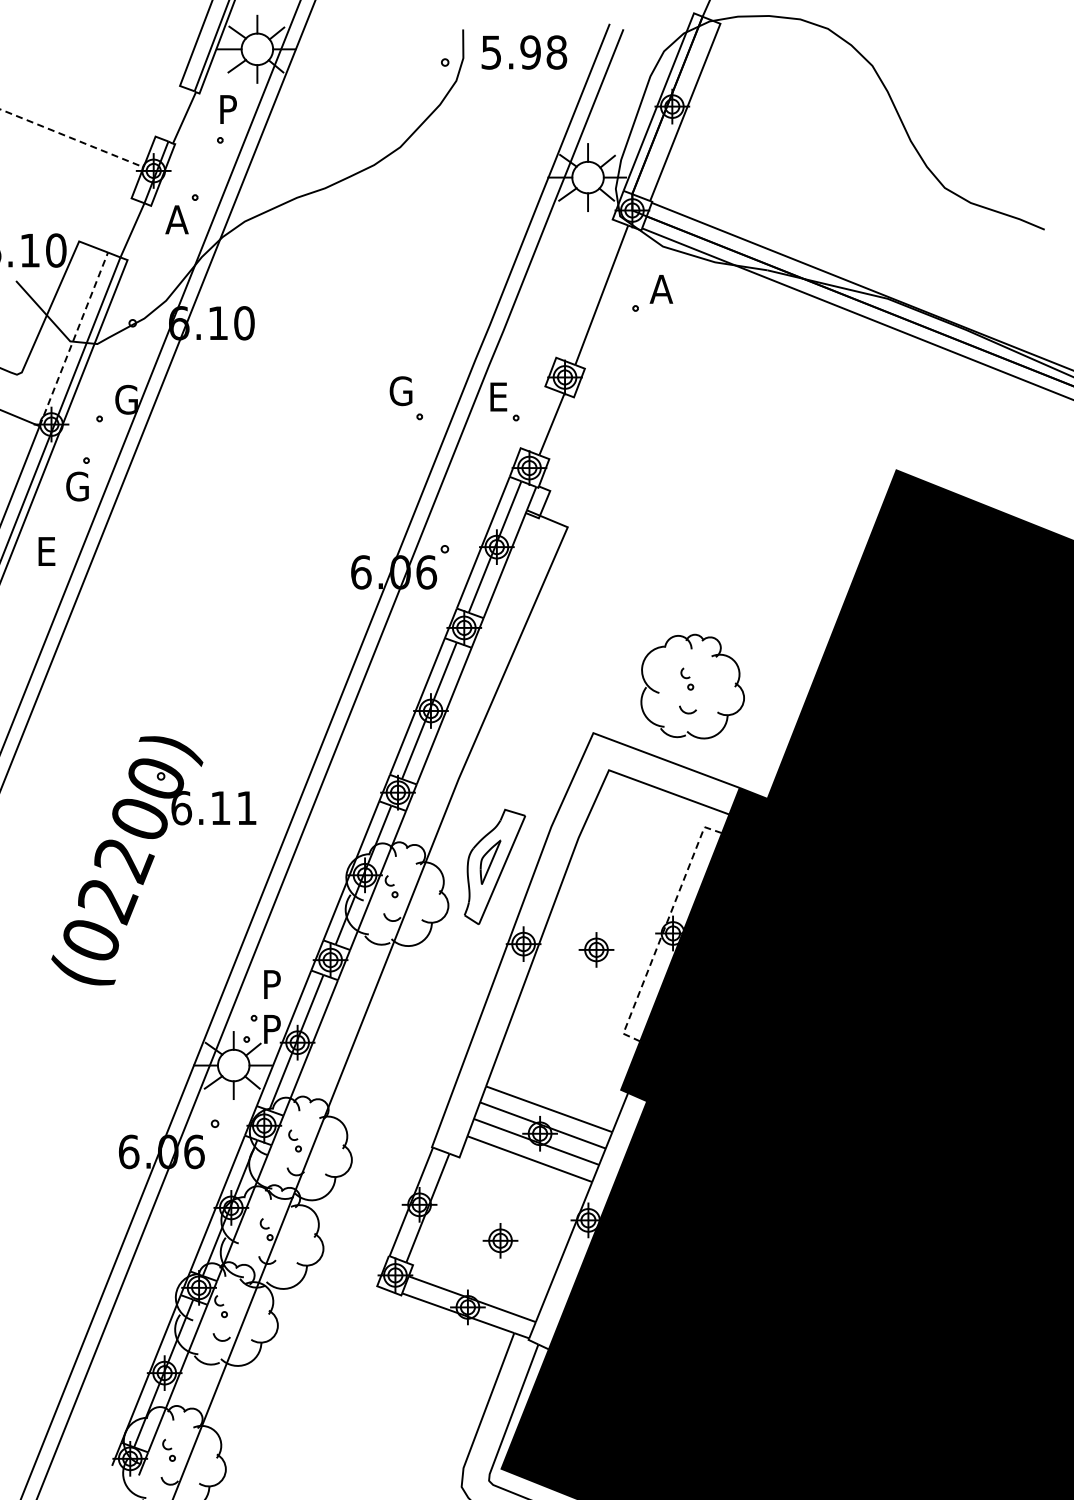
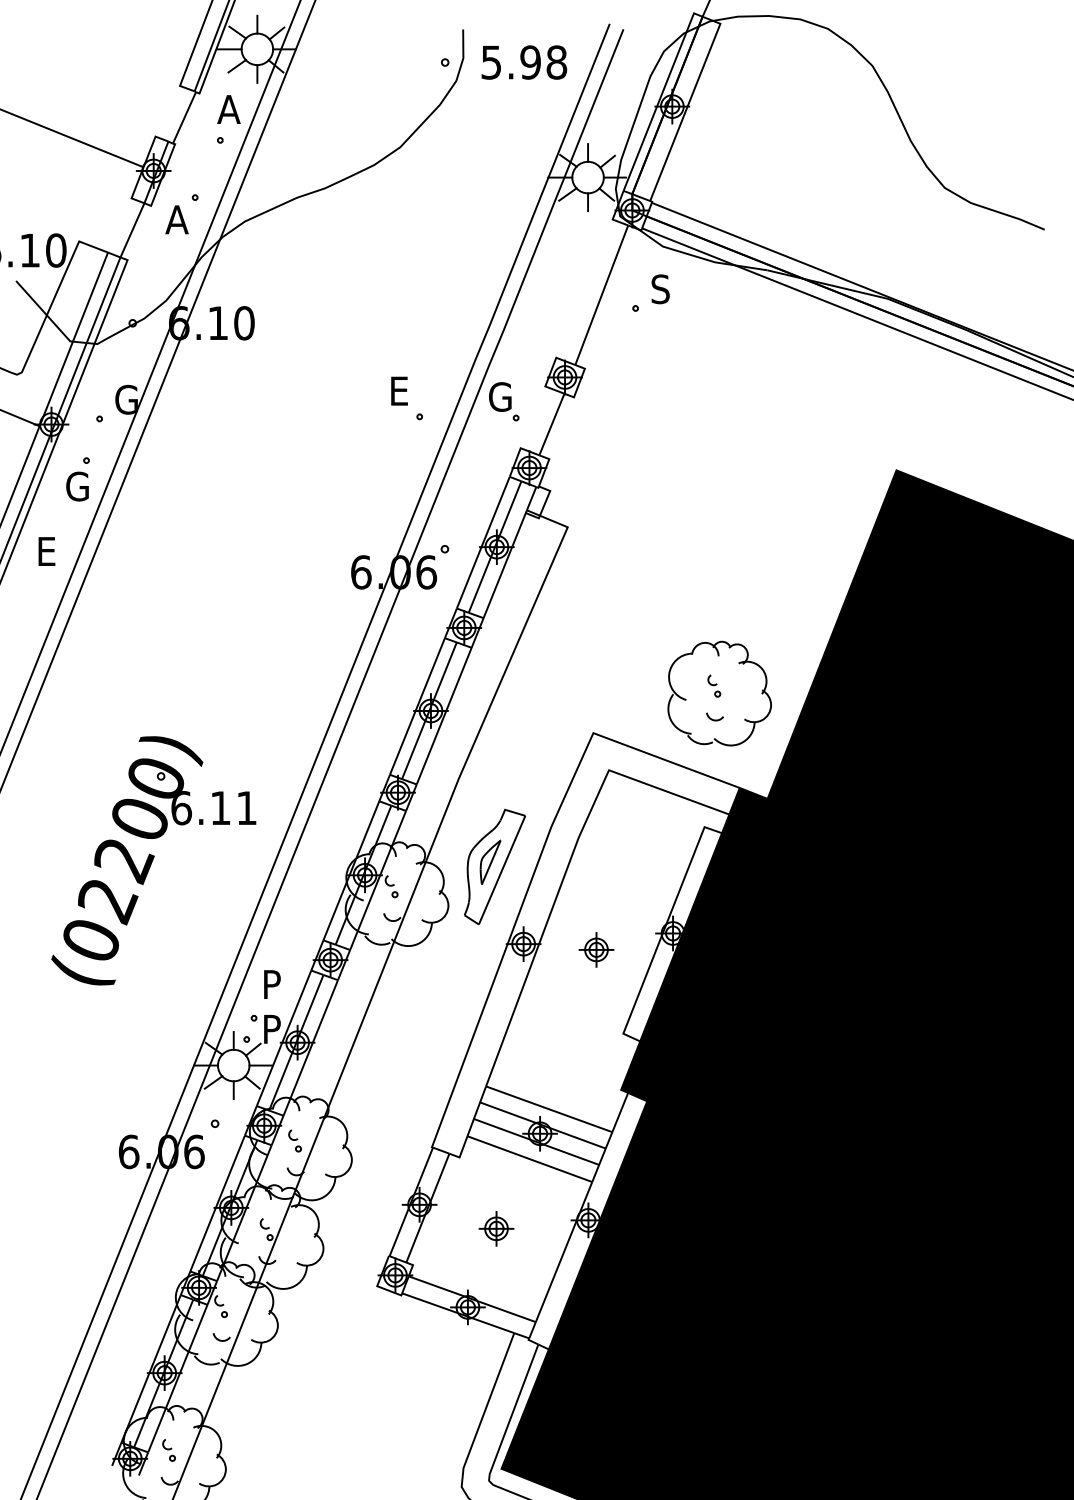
text at (524, 52) position: (524, 52) -> (524, 62)
text at (228, 109): P -> A
line at (72, 138): dashed -> solid
text at (661, 289): A -> S
line at (74, 338): dashed -> solid
text at (400, 391): G -> E
text at (500, 396): E -> G
part at (692, 686) position: (692, 686) -> (719, 693)
line at (663, 930): dashed -> solid
part at (500, 1240) position: (500, 1240) -> (496, 1228)
